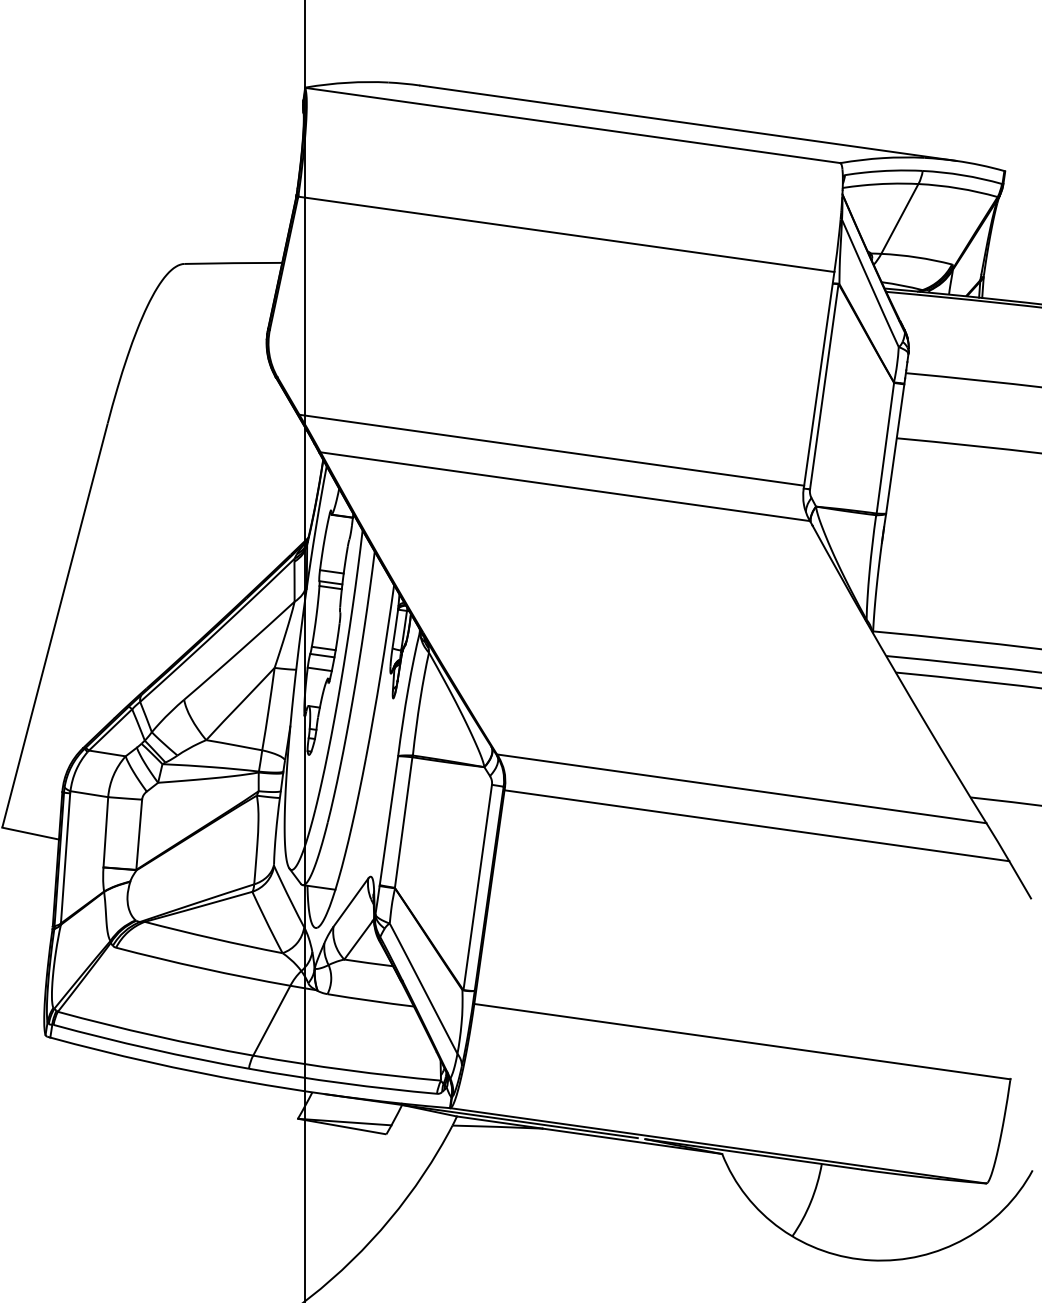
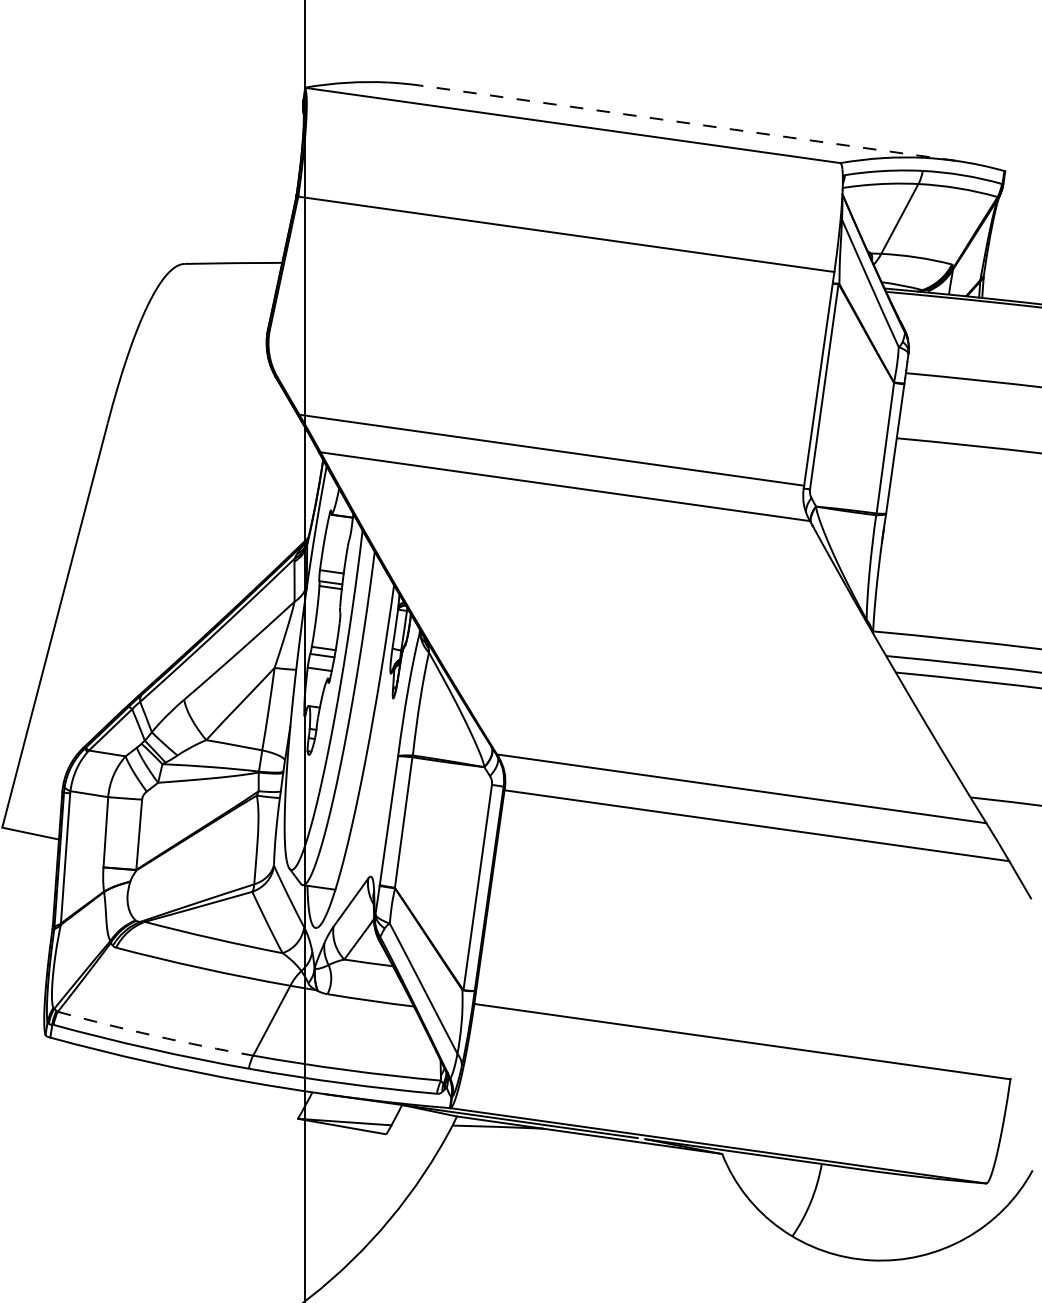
line at (688, 123): solid -> dashed
arc at (155, 1035): solid -> dashed
